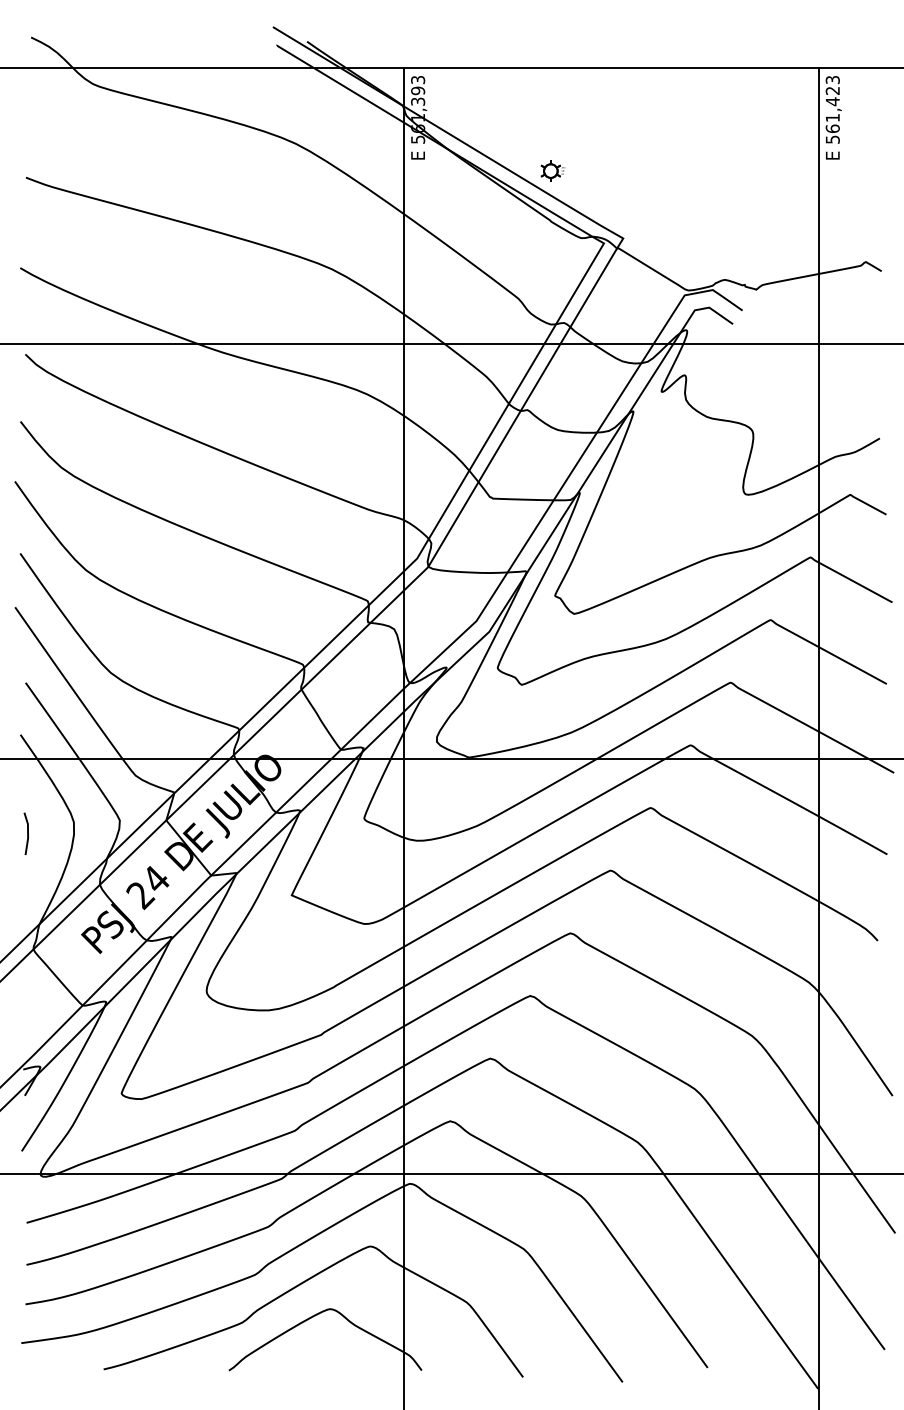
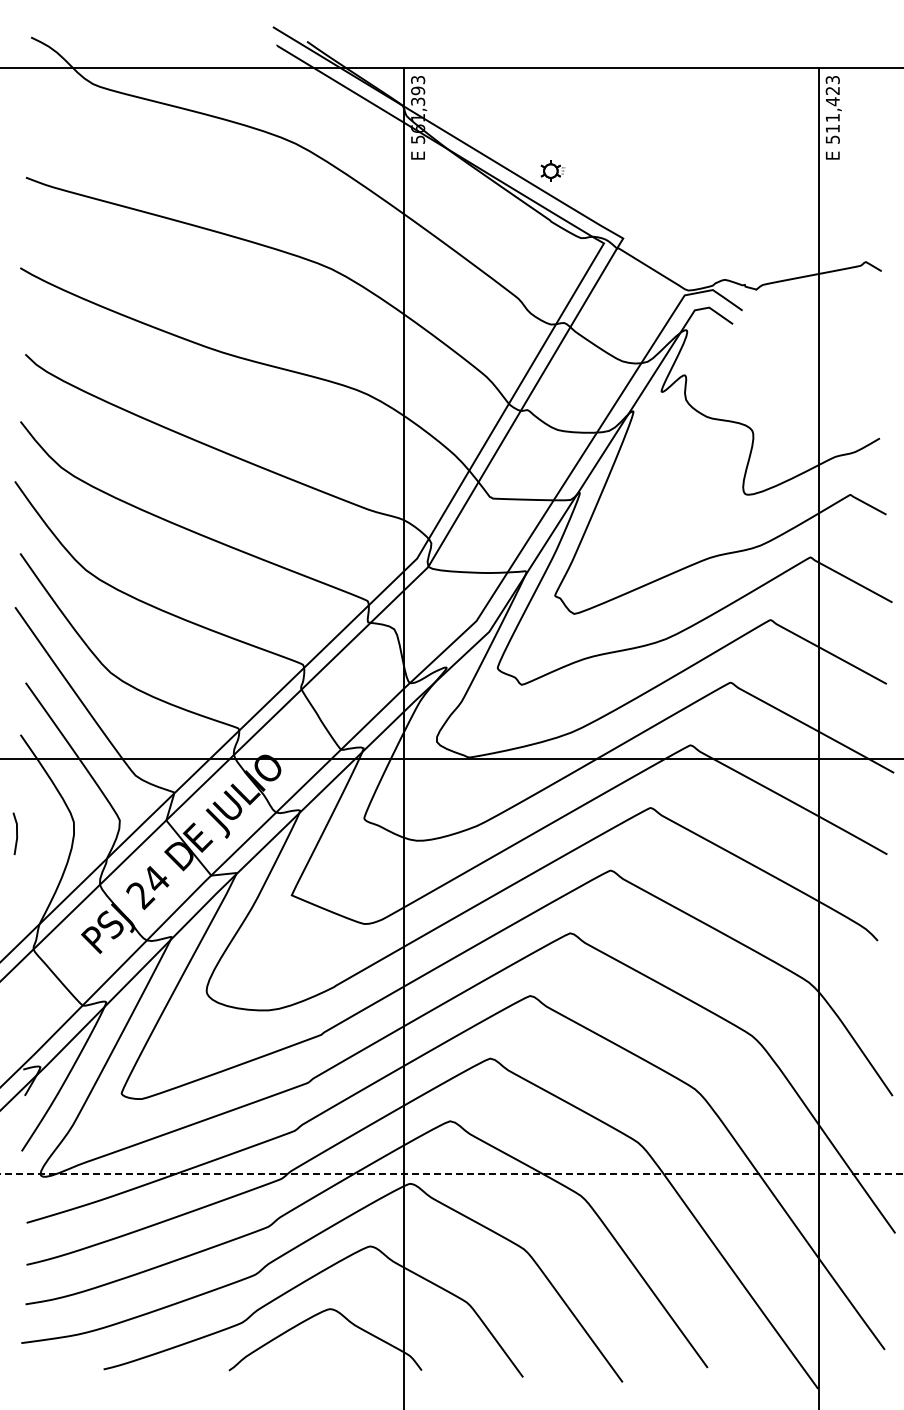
text at (832, 128): 561,423 -> 511,423
line at (451, 344): present -> none
line at (27, 833) position: (27, 833) -> (16, 833)
line at (452, 1173): solid -> dashed
